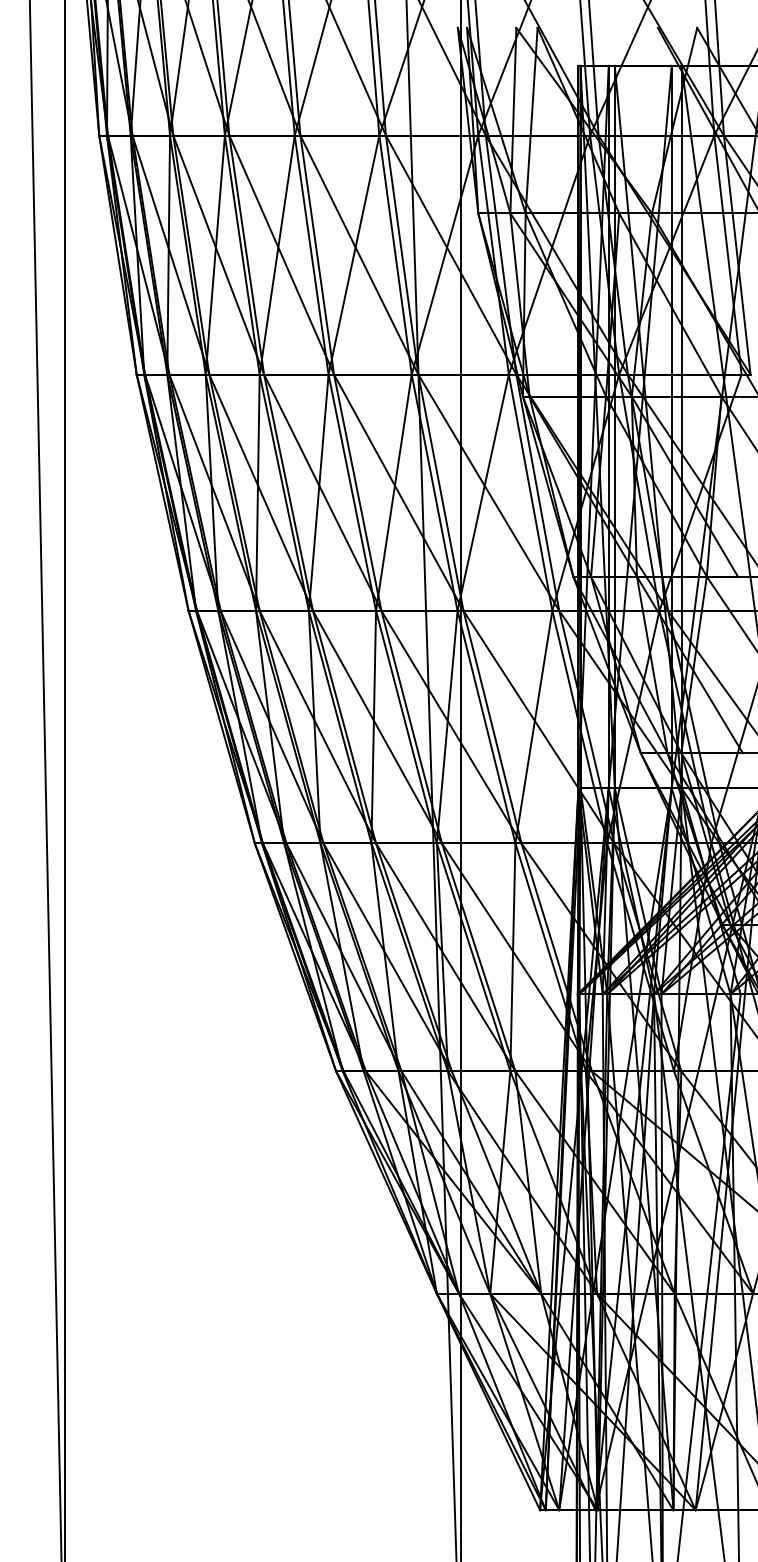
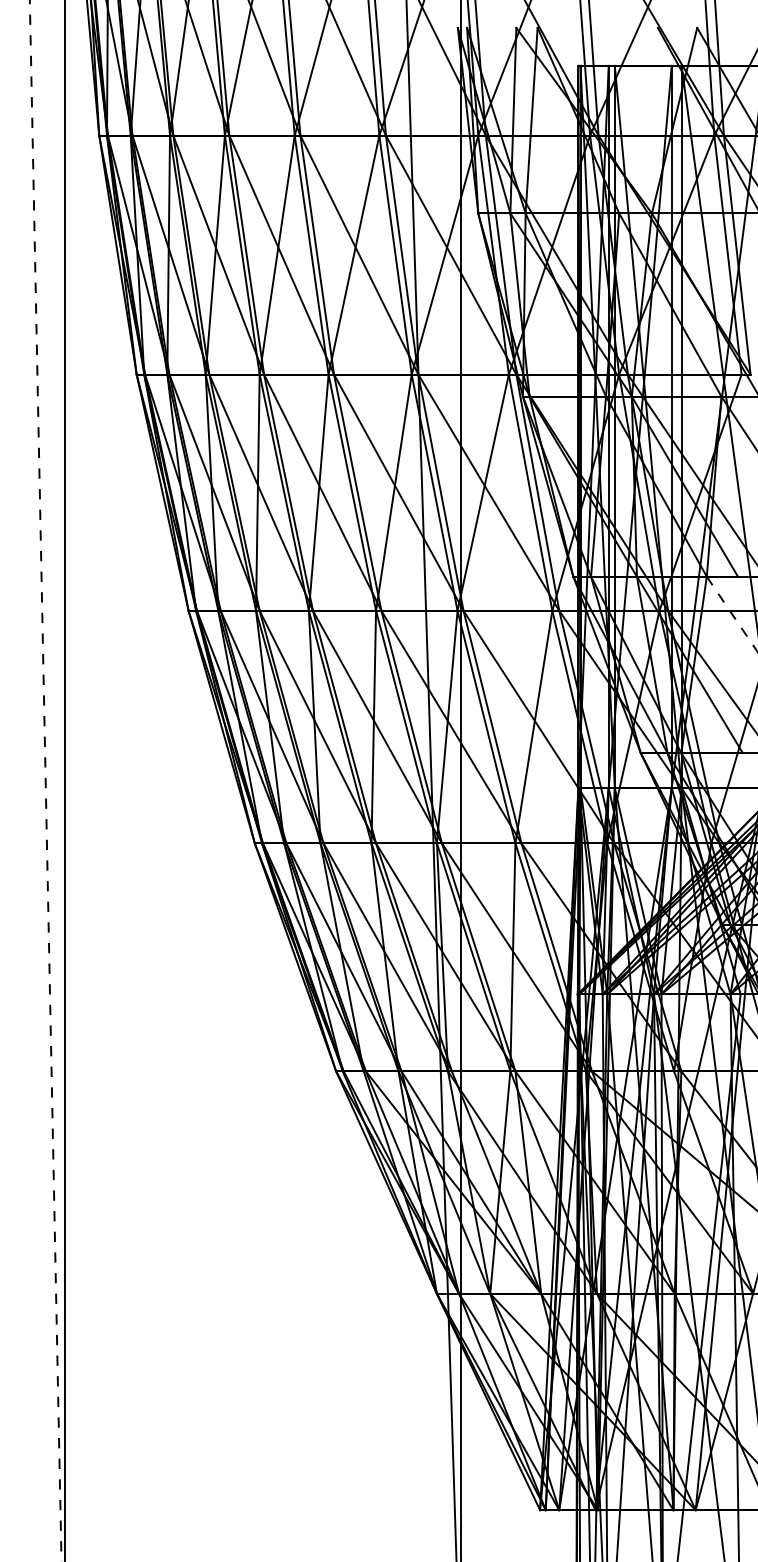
line at (732, 614): solid -> dashed
line at (45, 780): solid -> dashed
